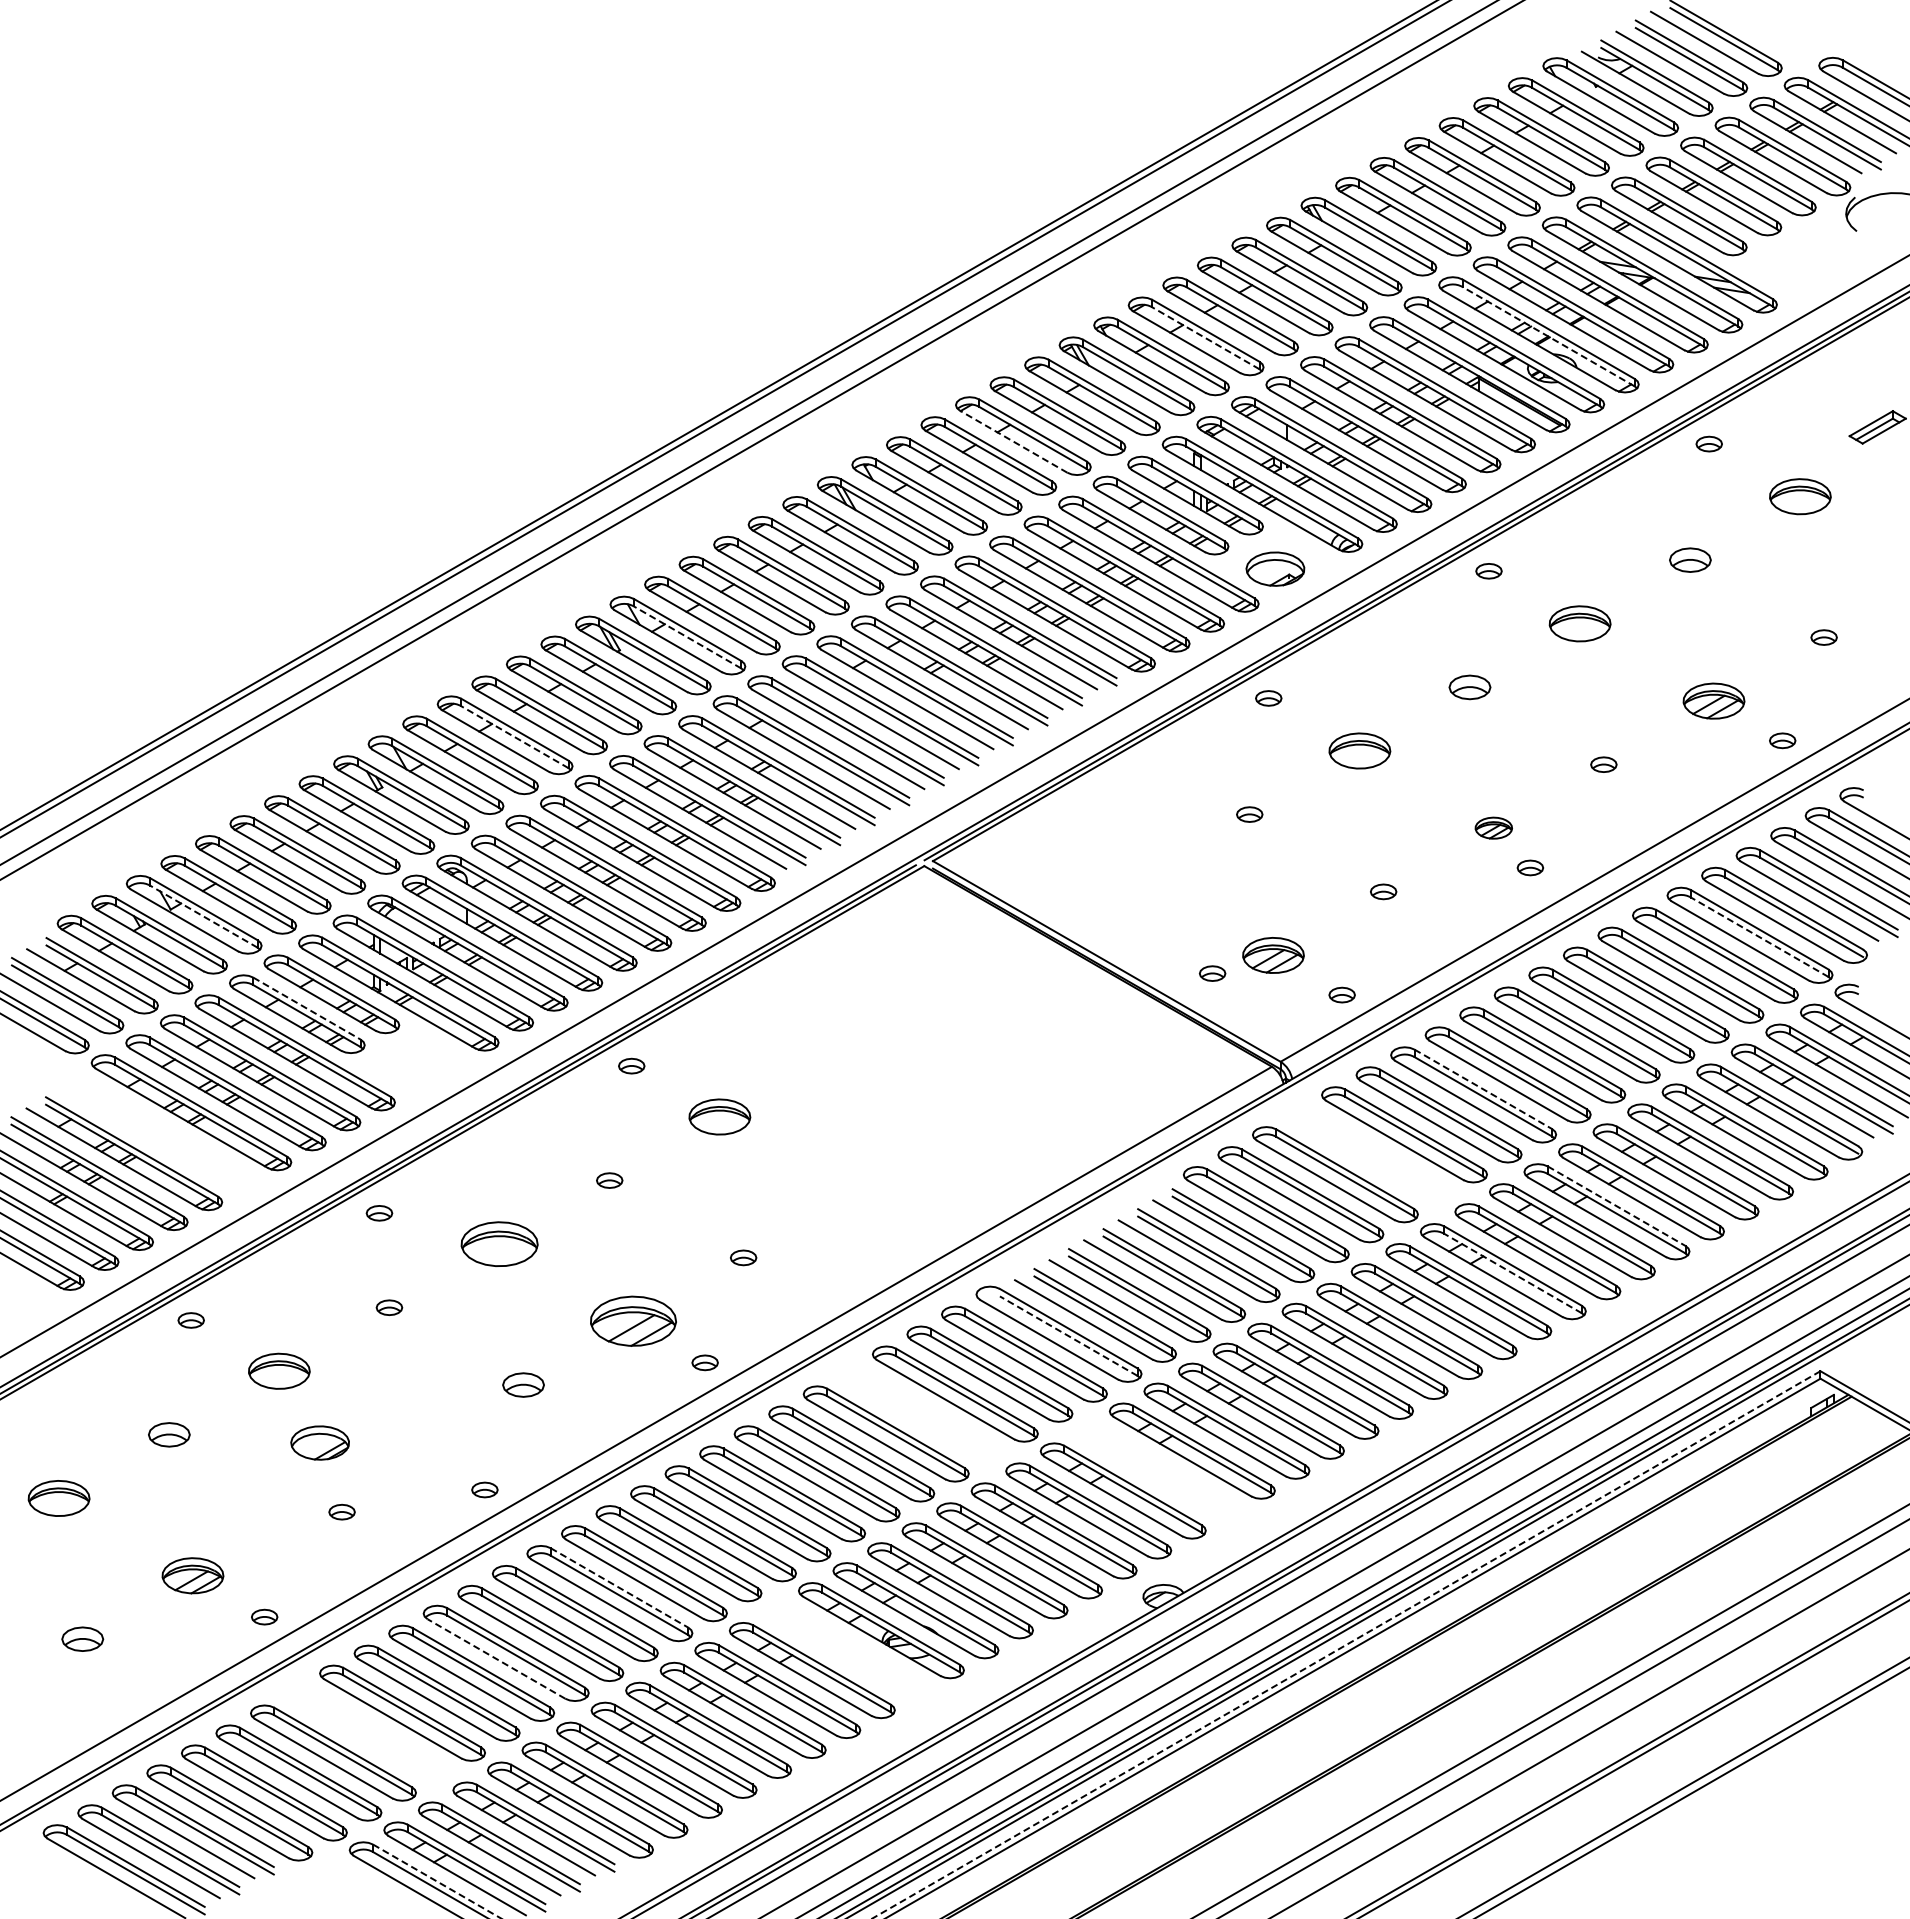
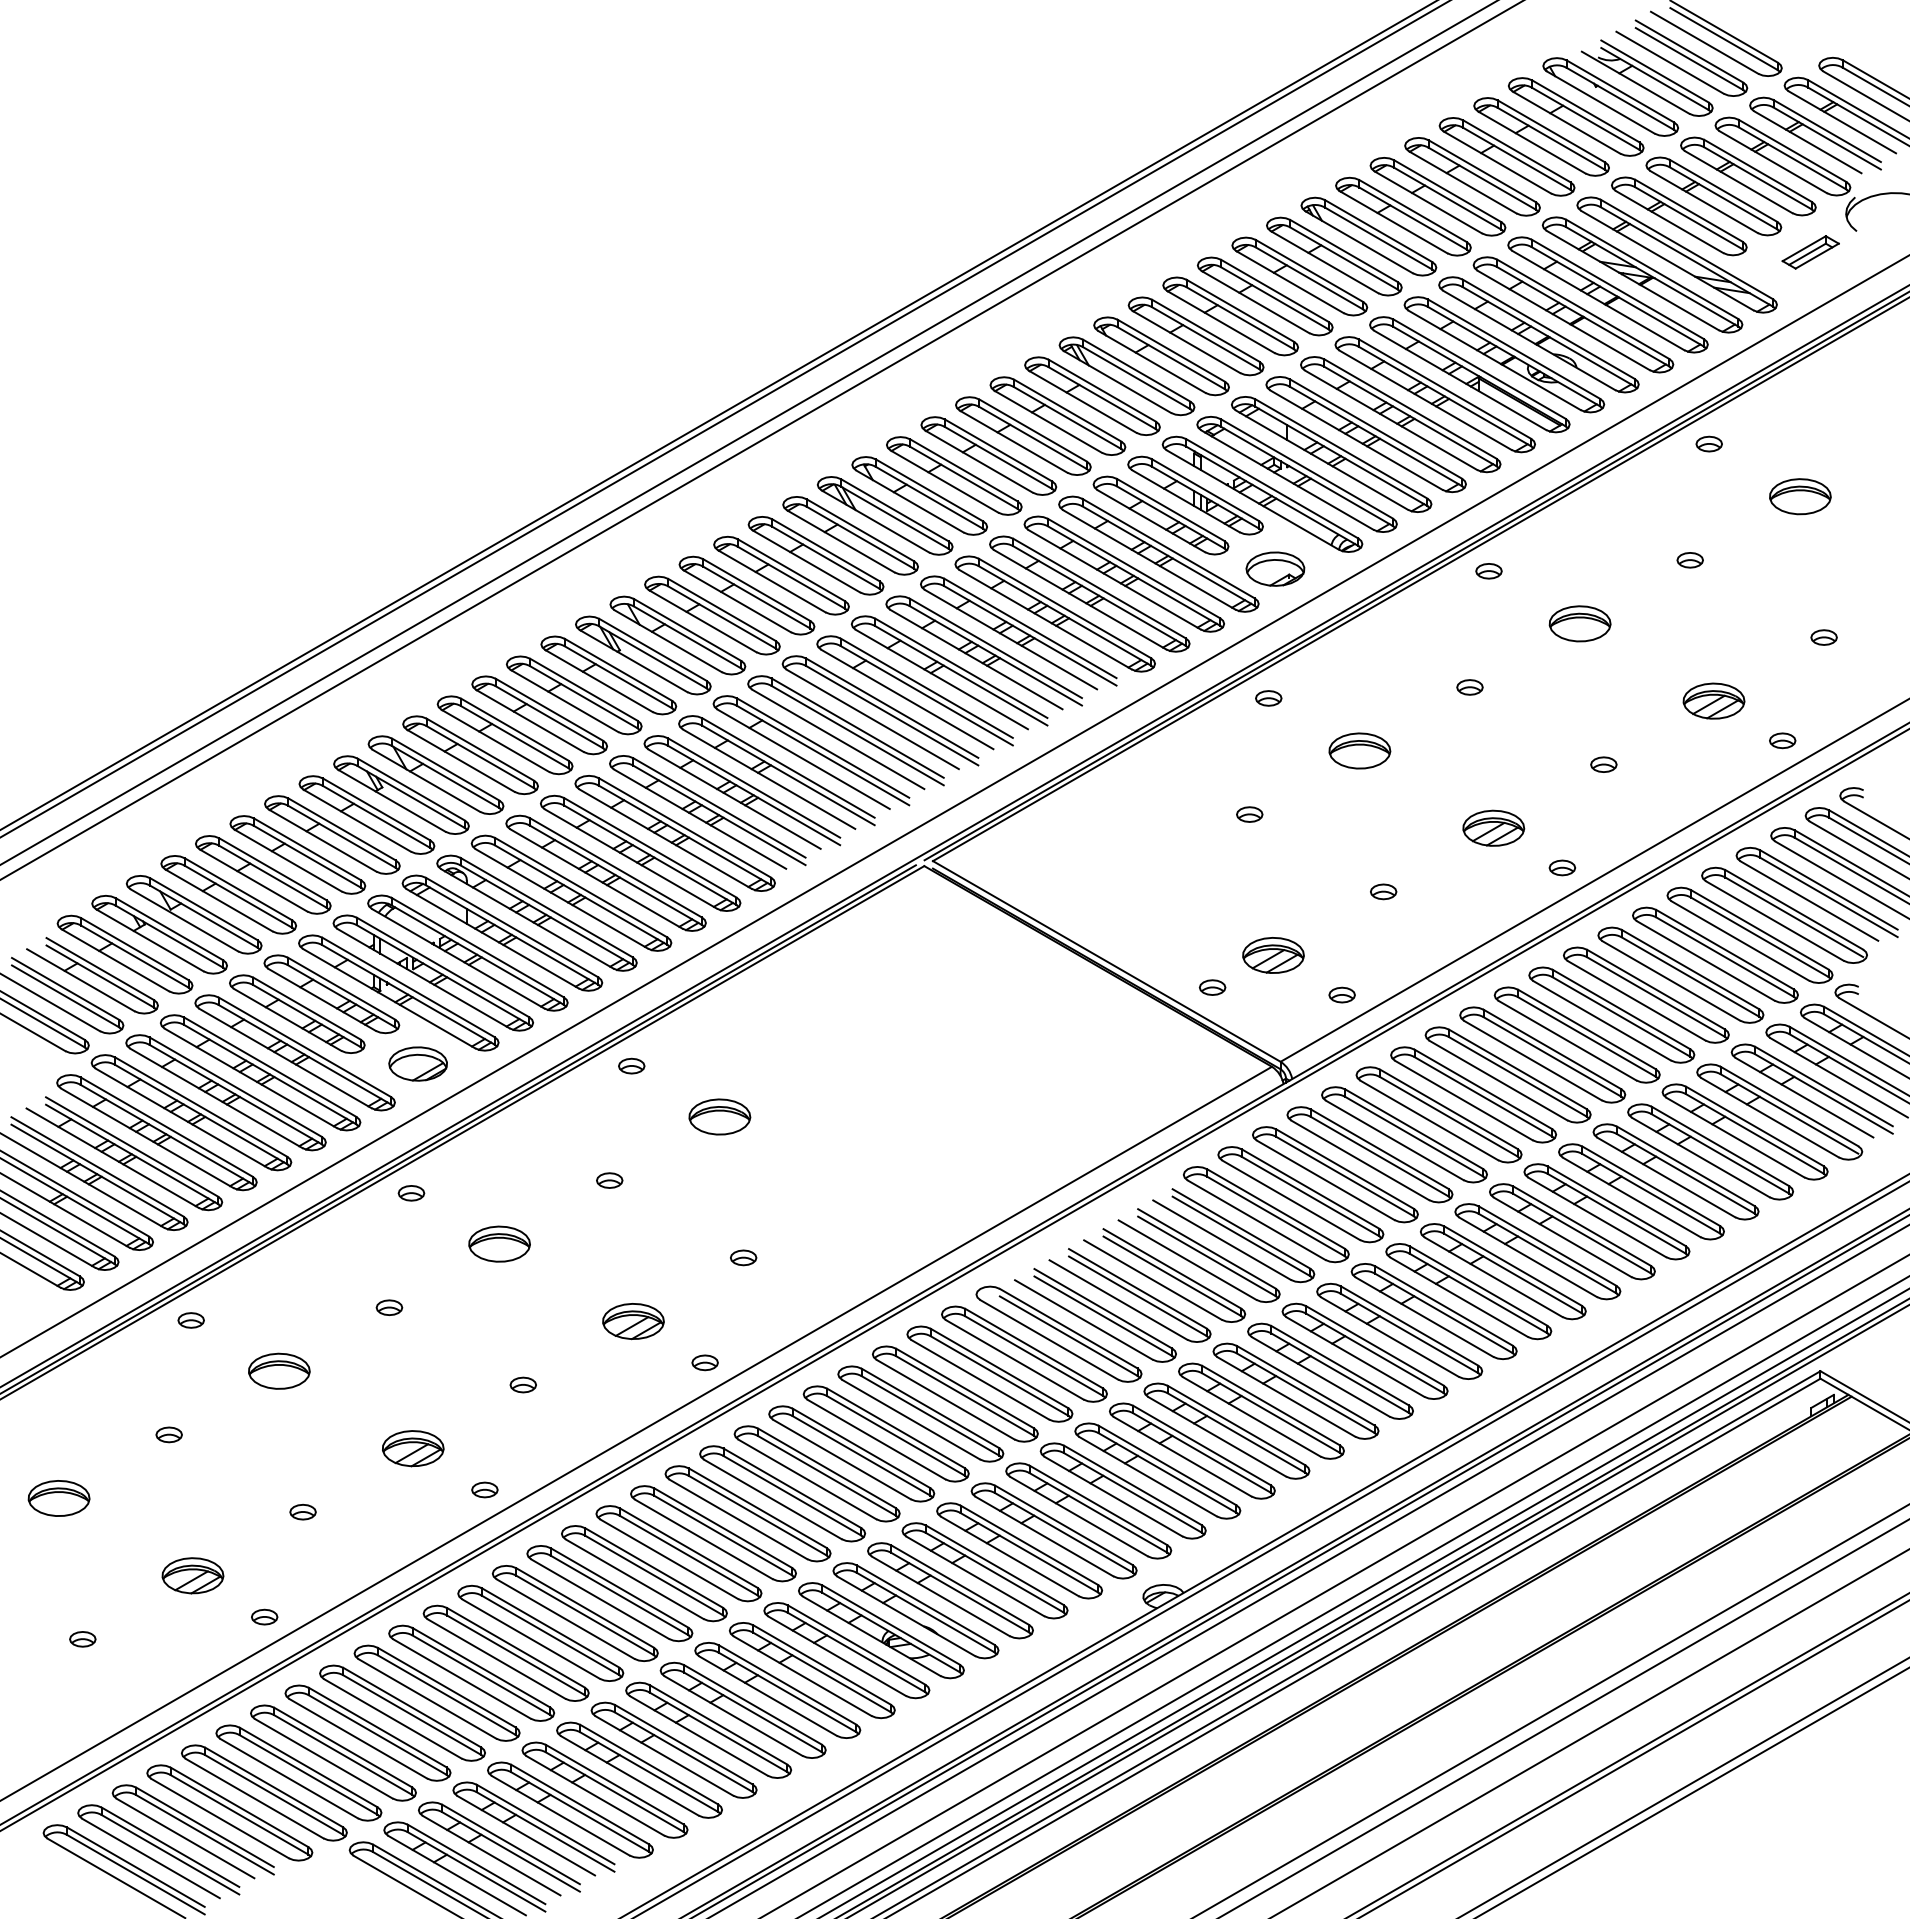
line at (1548, 336): dashed -> solid
line at (1205, 338): dashed -> solid
part at (1877, 427) position: (1877, 427) -> (1810, 252)
line at (1013, 441): dashed -> solid
part at (1690, 559) size: 43x26 px -> 28x17 px
line at (687, 637): dashed -> solid
part at (1469, 687) size: 44x27 px -> 28x17 px
line at (514, 736): dashed -> solid
part at (1493, 827) size: 39x24 px -> 64x38 px
part at (1530, 867) position: (1530, 867) -> (1562, 867)
line at (203, 916): dashed -> solid
line at (1759, 937): dashed -> solid
part at (1212, 973) position: (1212, 973) -> (1212, 987)
line at (307, 1008): dashed -> solid
line at (1483, 1089): dashed -> solid
part at (156, 1132): none -> present
part at (1369, 1154): none -> present
line at (1617, 1206): dashed -> solid
part at (379, 1213) position: (379, 1213) -> (411, 1193)
part at (499, 1243) size: 79x46 px -> 63x38 px
line at (1512, 1273): dashed -> solid
part at (633, 1320) size: 87x52 px -> 63x38 px
line at (1068, 1335): dashed -> solid
part at (523, 1384) size: 43x26 px -> 28x18 px
part at (920, 1413): none -> present
part at (169, 1434) size: 43x26 px -> 28x18 px
part at (319, 1442) position: (319, 1442) -> (417, 1063)
part at (413, 1448): none -> present
part at (1157, 1470): none -> present
part at (341, 1511) position: (341, 1511) -> (302, 1511)
line at (620, 1588): dashed -> solid
part at (82, 1638) size: 44x26 px -> 28x17 px
line at (1346, 1645): dashed -> solid
part at (846, 1650): none -> present
line at (496, 1658): dashed -> solid
part at (367, 1732): none -> present
line at (437, 1881): dashed -> solid
